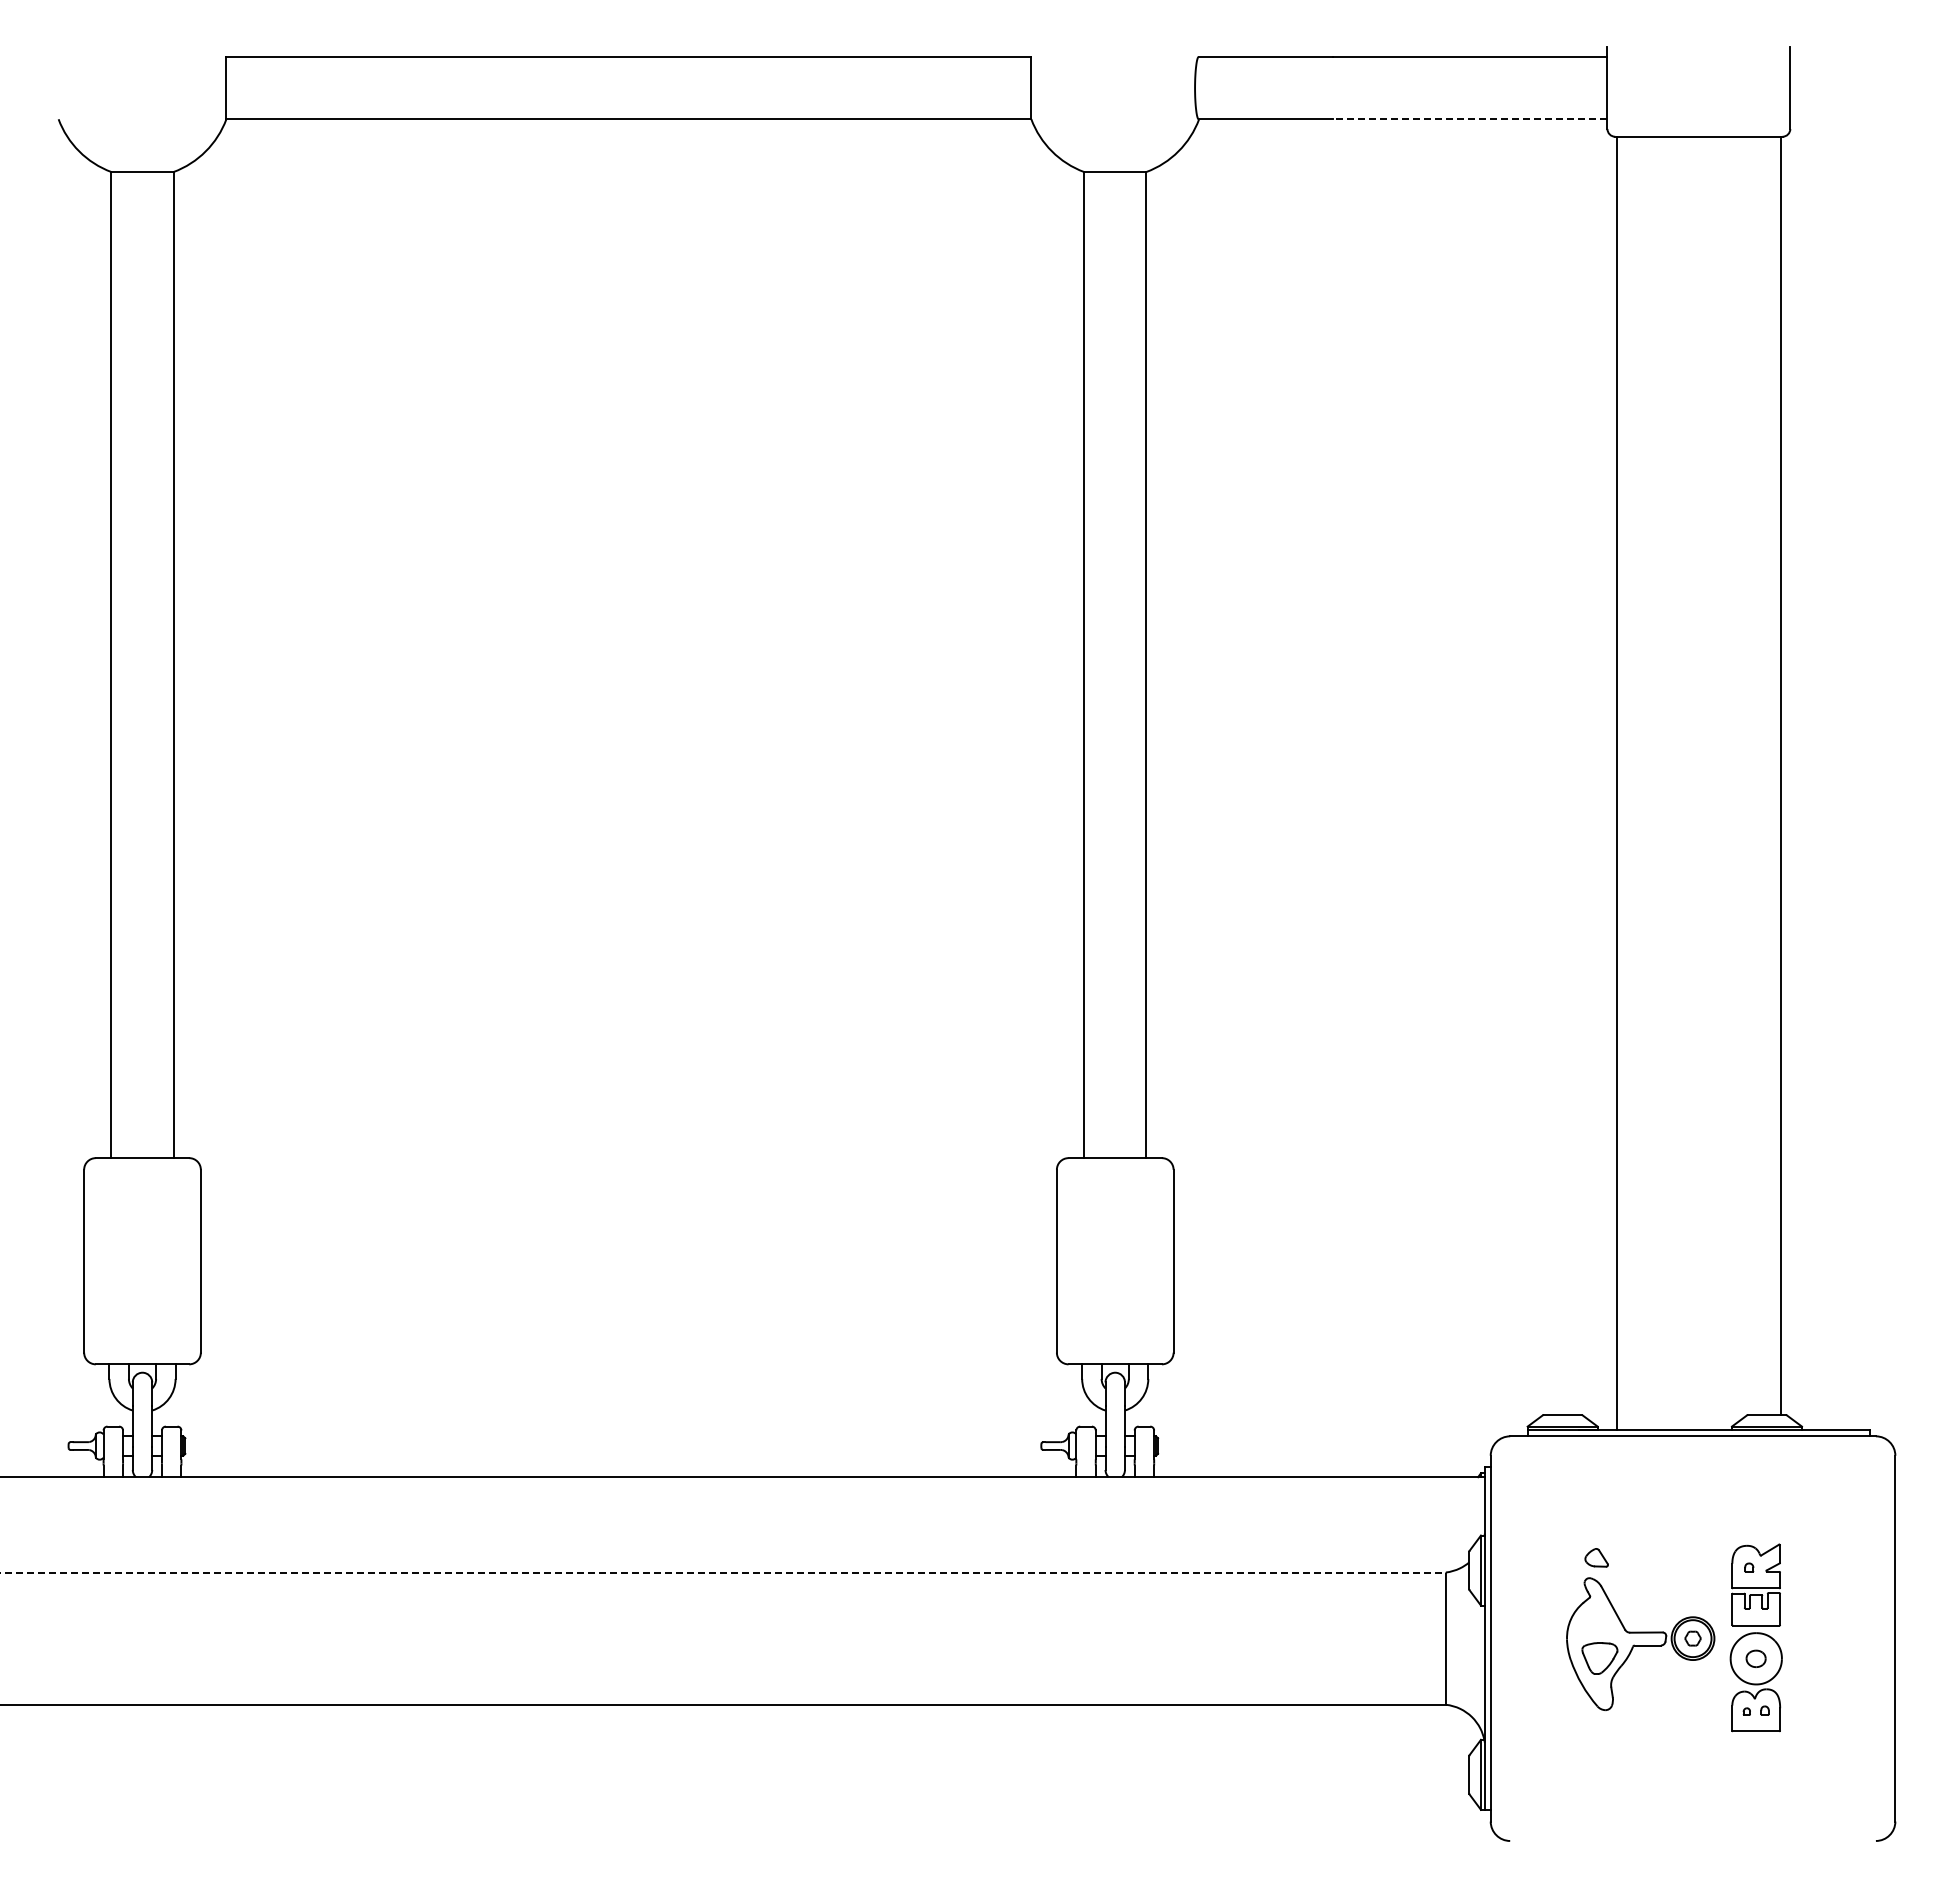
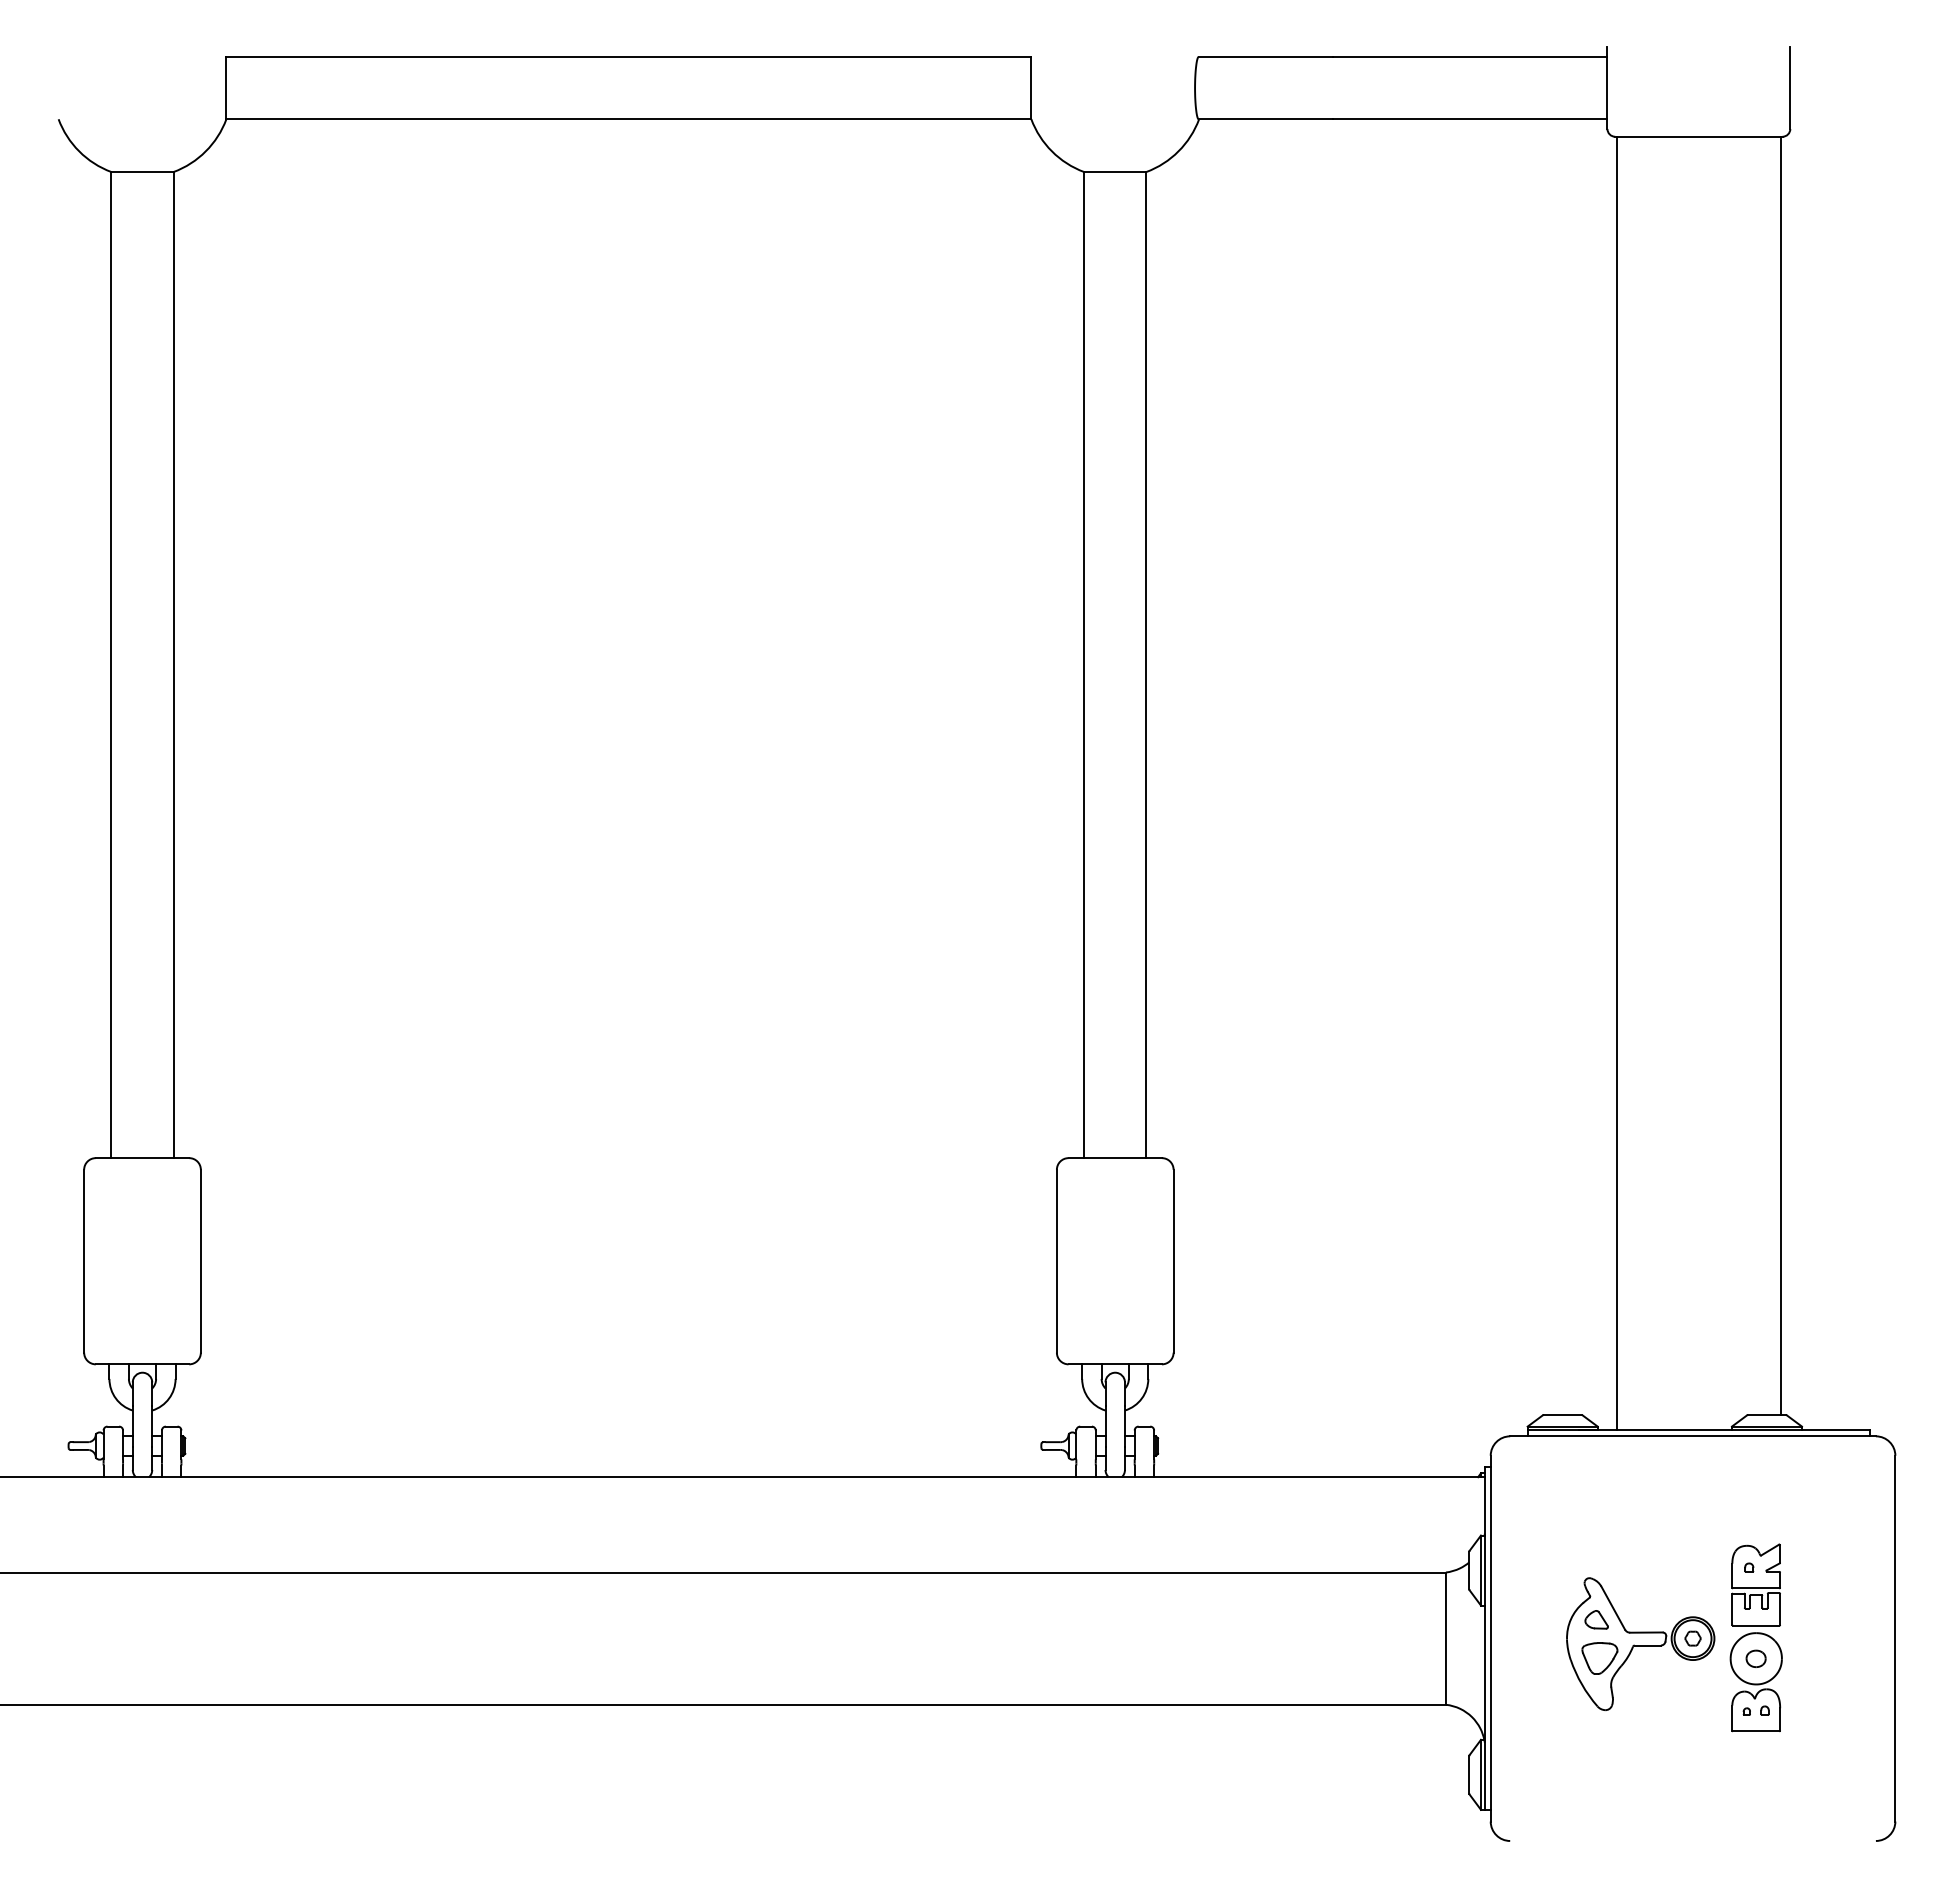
line at (1469, 119): dashed -> solid
part at (1596, 1557) position: (1596, 1557) -> (1596, 1619)
line at (723, 1572): dashed -> solid
